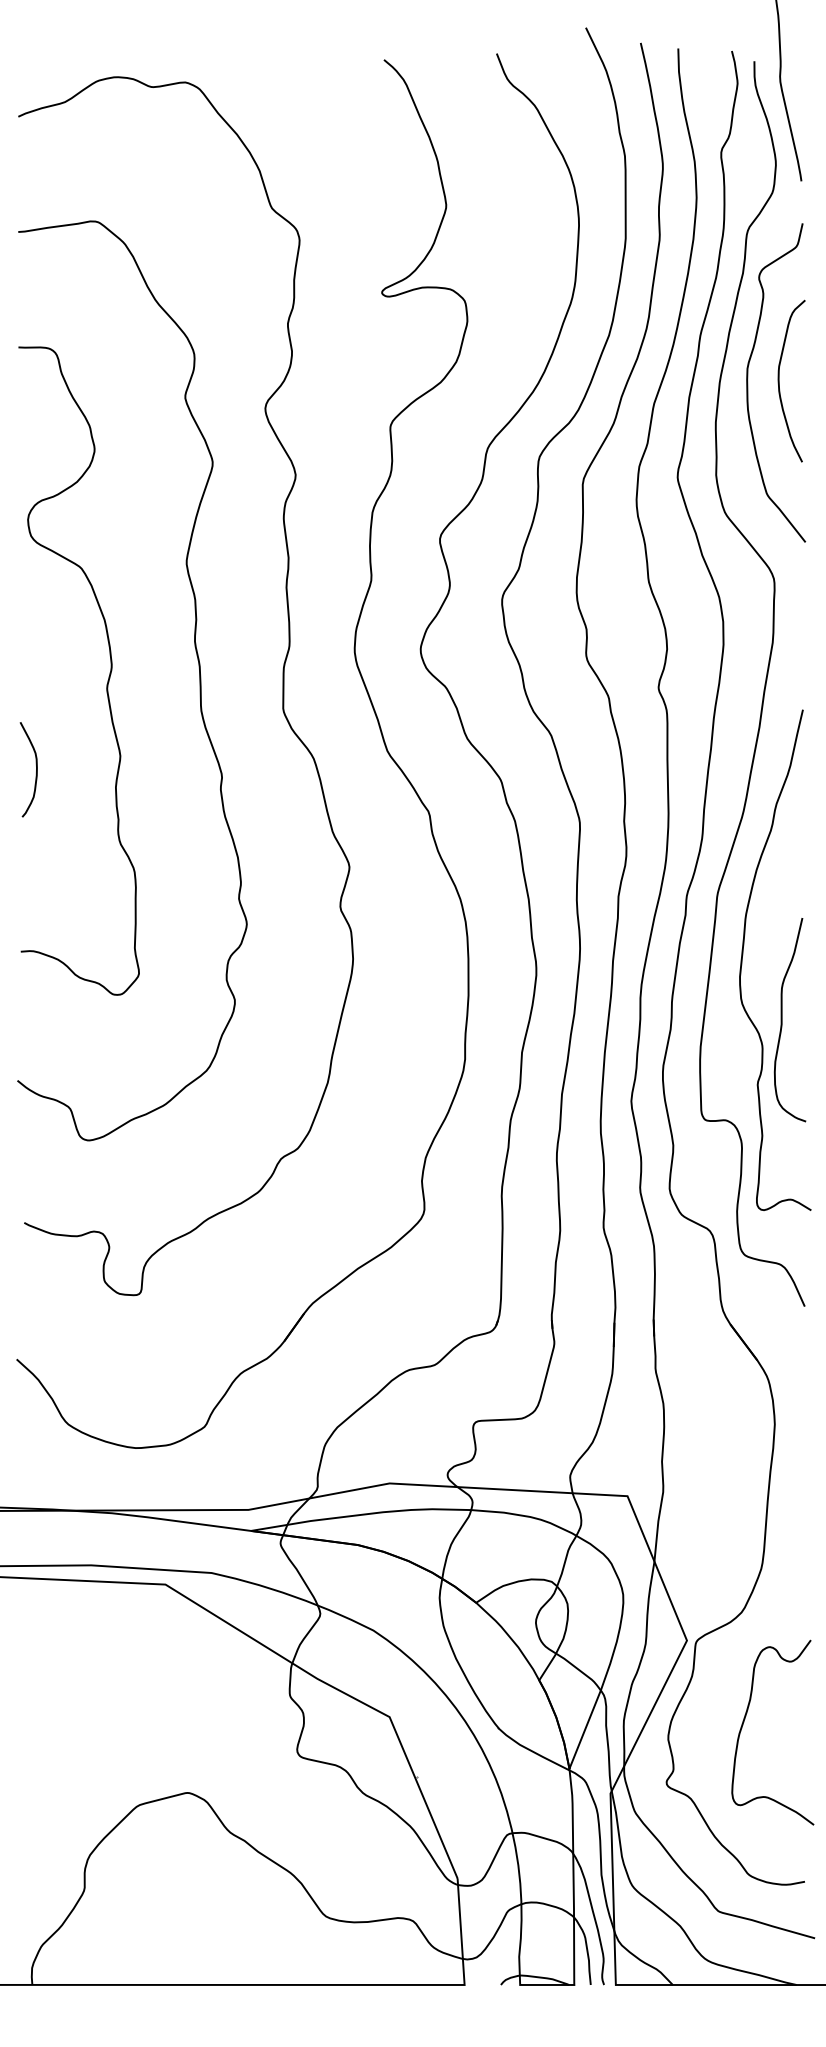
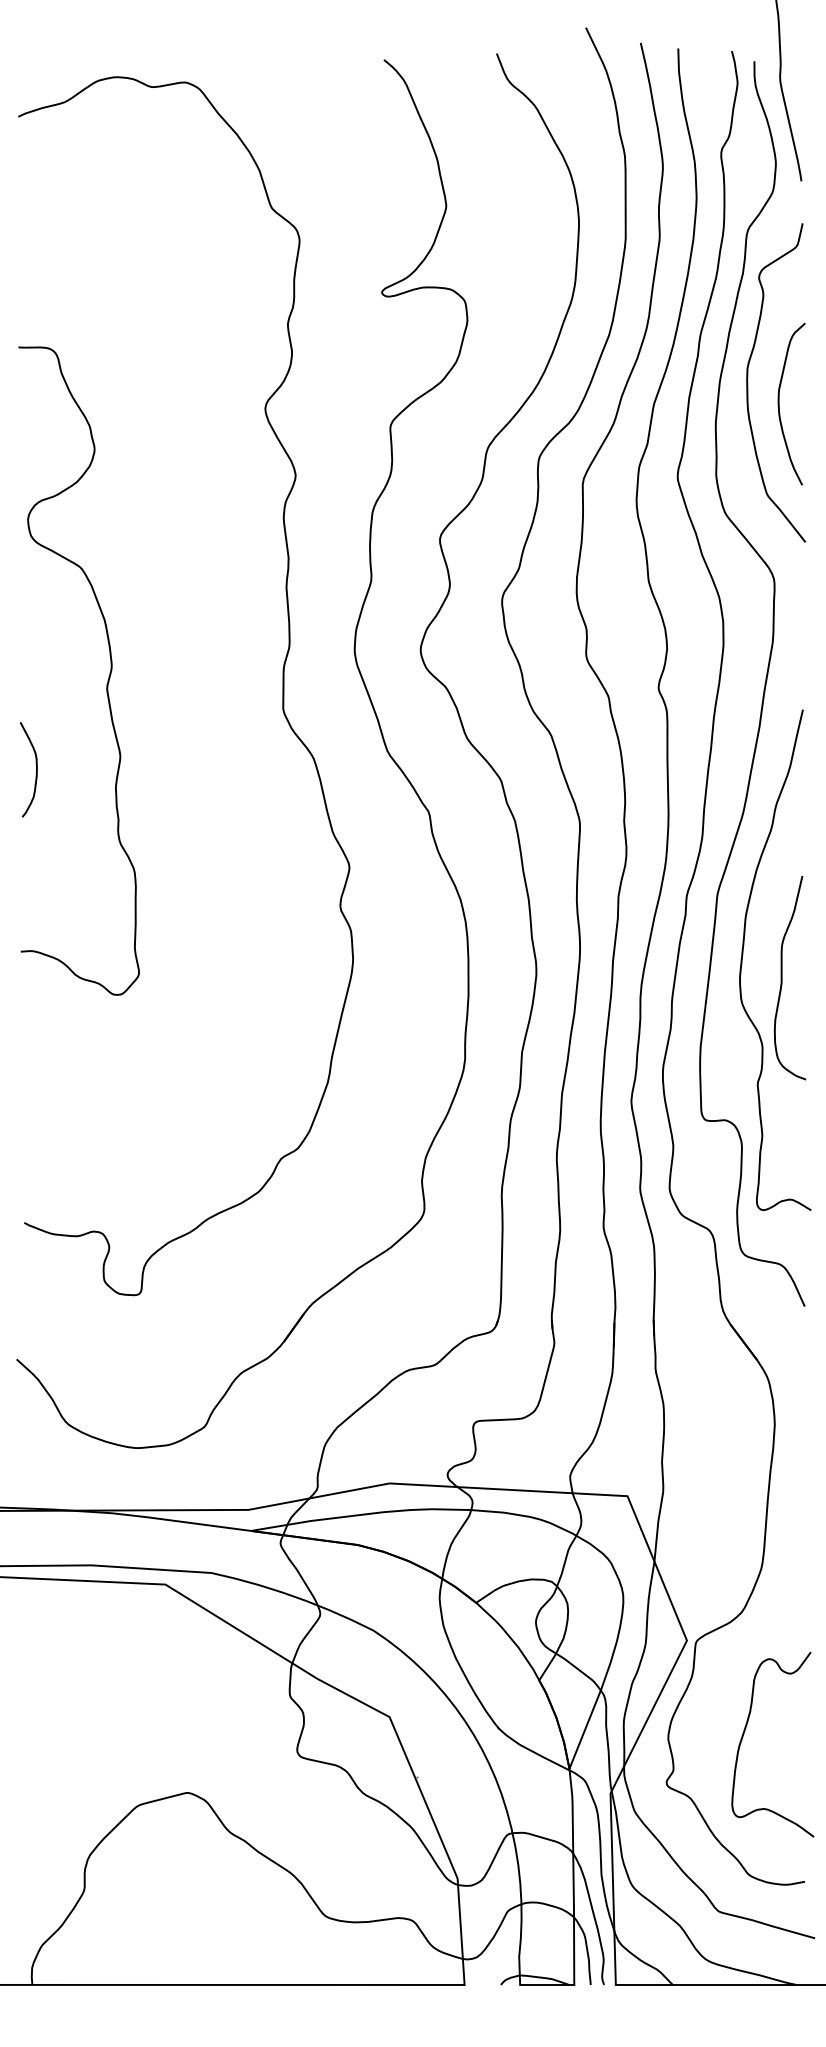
curve at (779, 380) position: (779, 380) -> (779, 403)
curve at (199, 680): present -> none
curve at (782, 1020) position: (782, 1020) -> (782, 978)
curve at (744, 1722) position: (744, 1722) -> (744, 1734)
